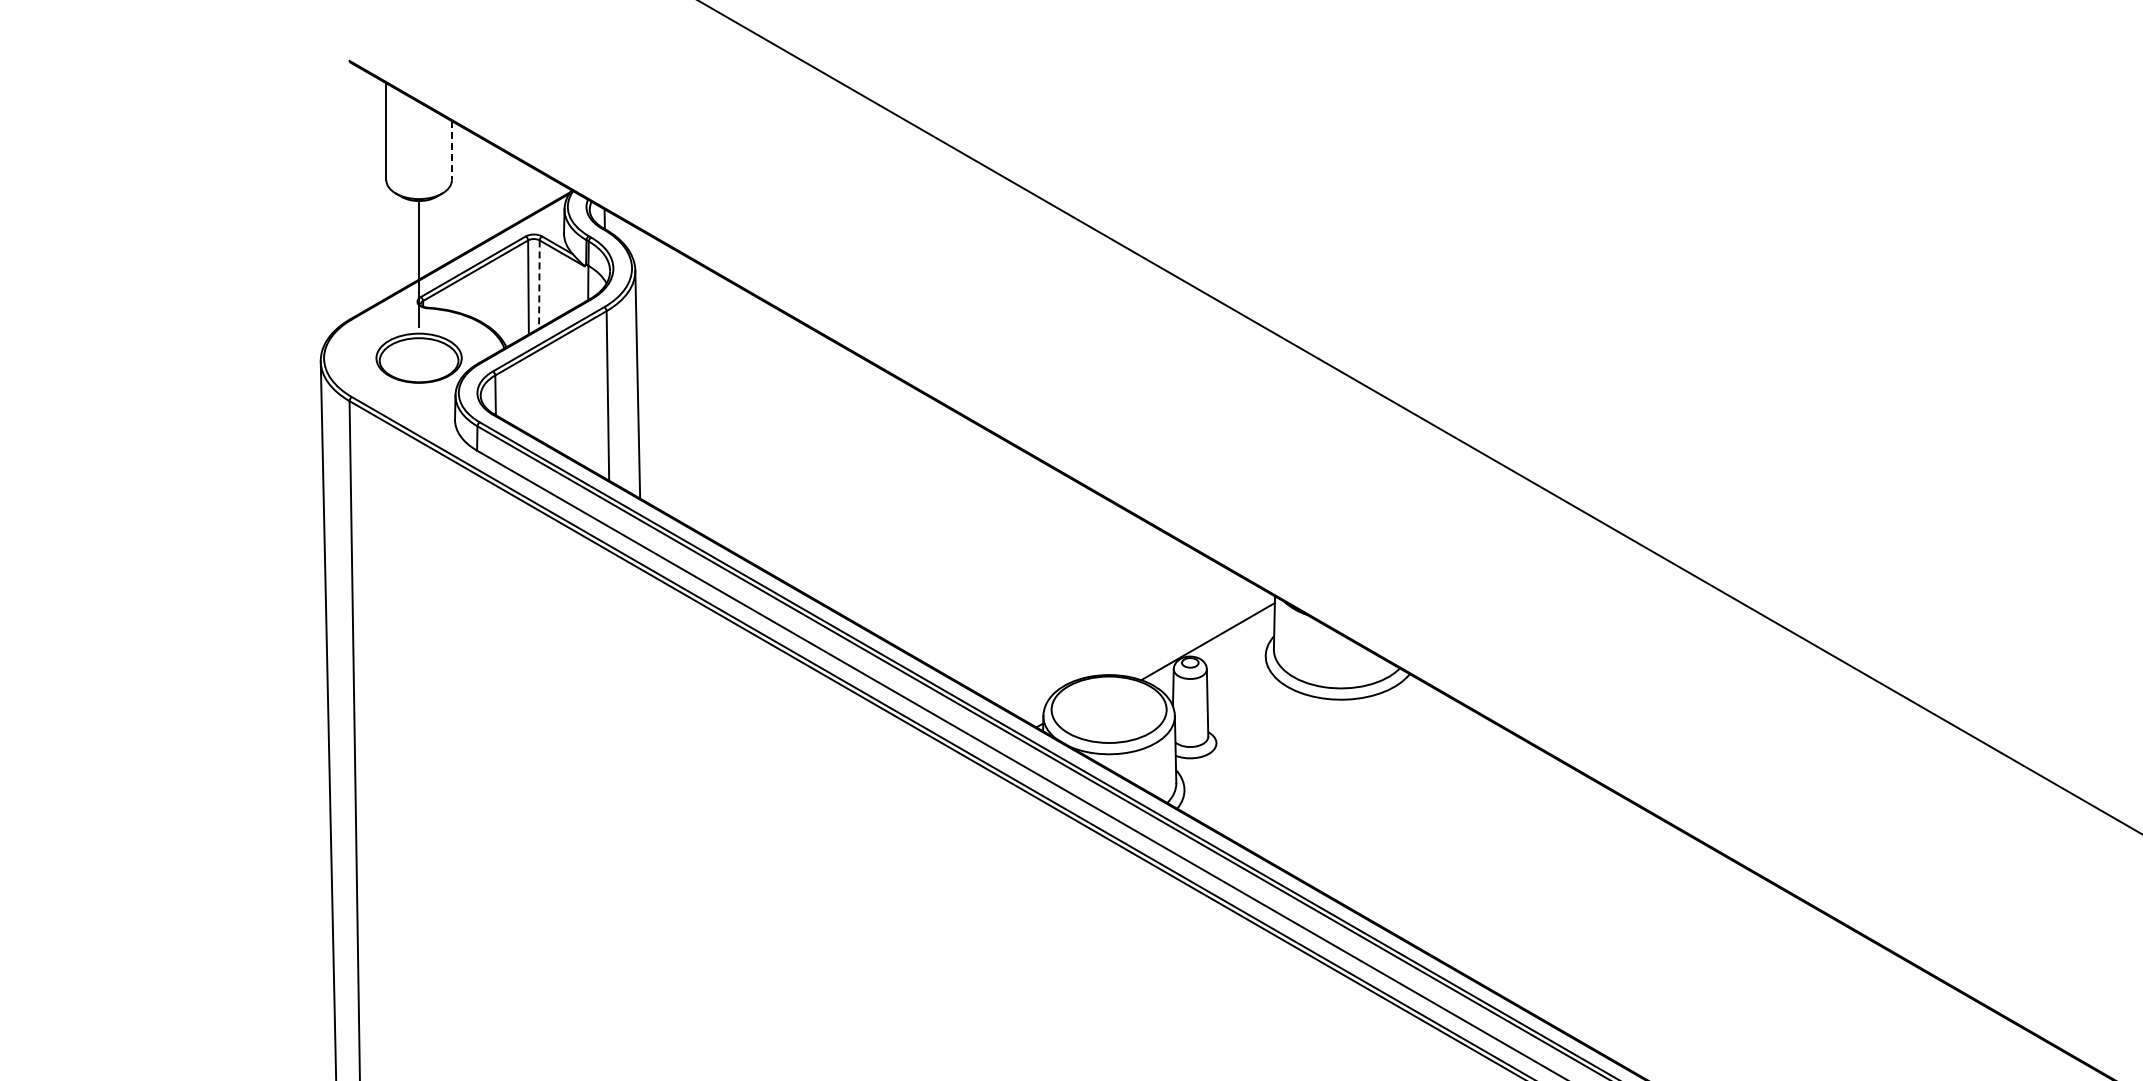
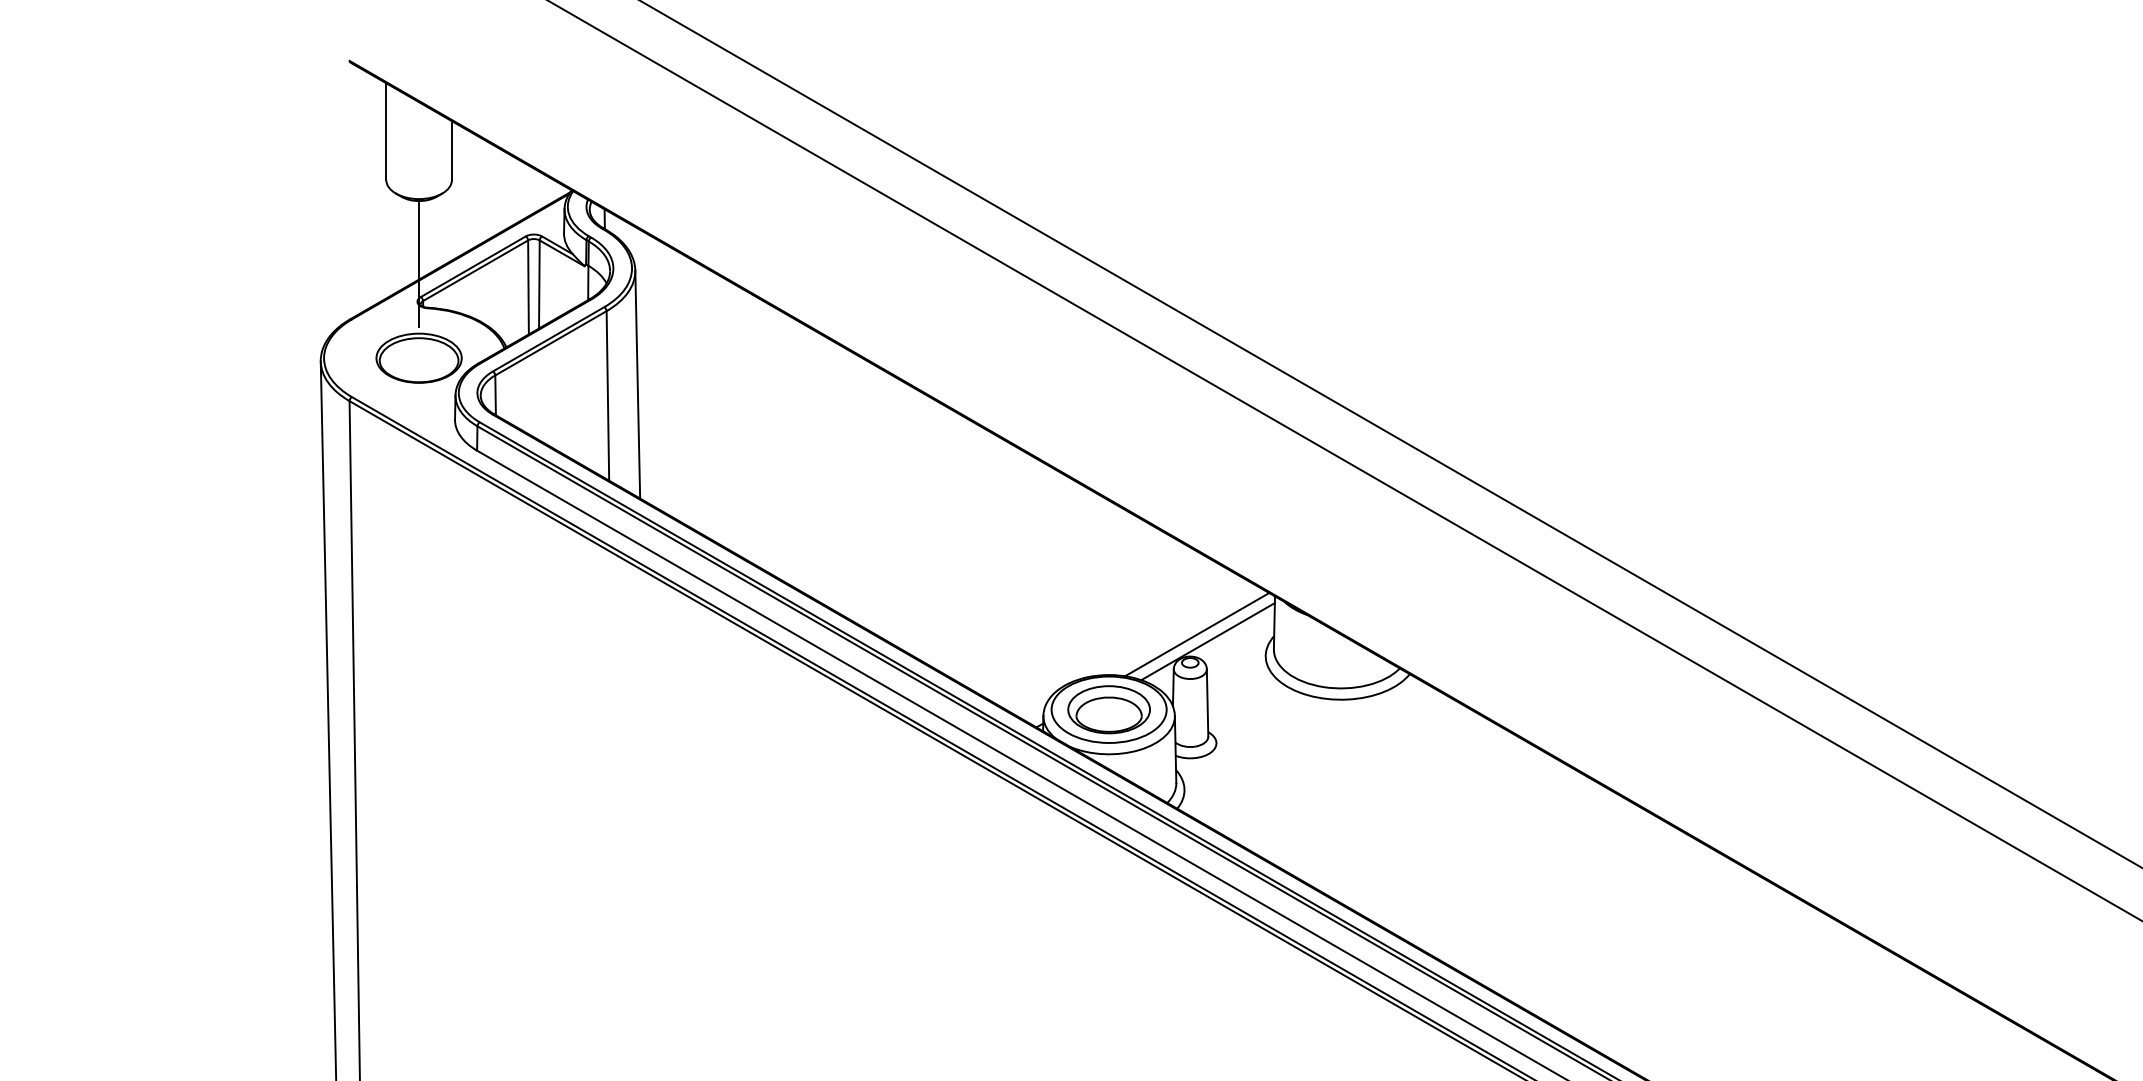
line at (451, 150): dashed -> solid
line at (539, 284): dashed -> solid
line at (1419, 417) position: (1419, 417) -> (1390, 434)
line at (1344, 460): none -> present
line at (1197, 634): none -> present
part at (1108, 709): none -> present
